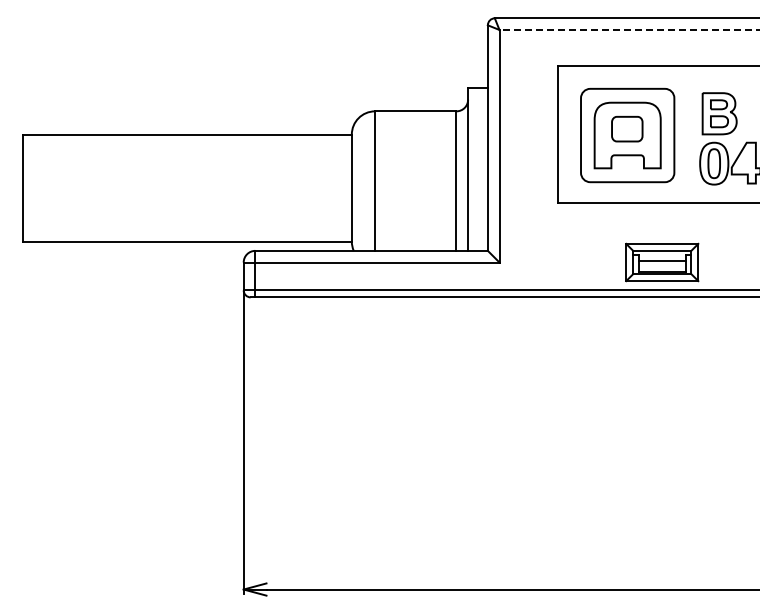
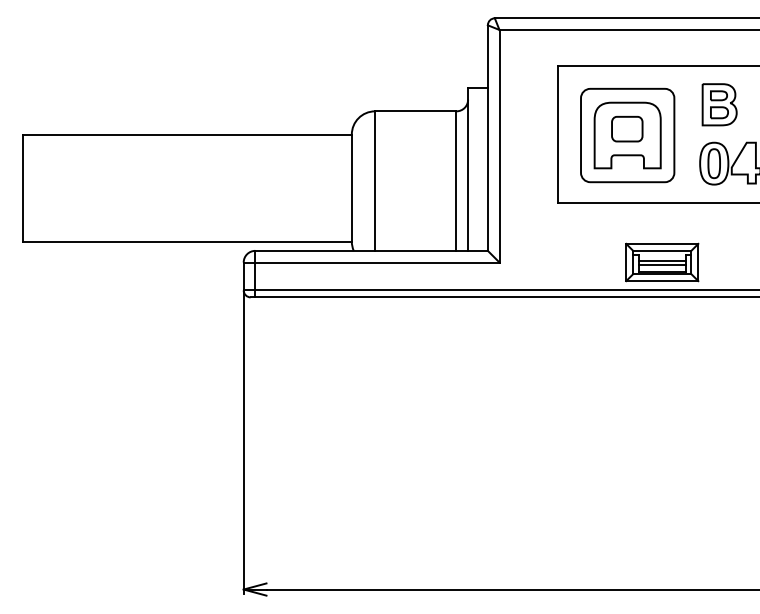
line at (629, 29): dashed -> solid
part at (719, 113) position: (719, 113) -> (719, 104)
line at (662, 264): none -> present
